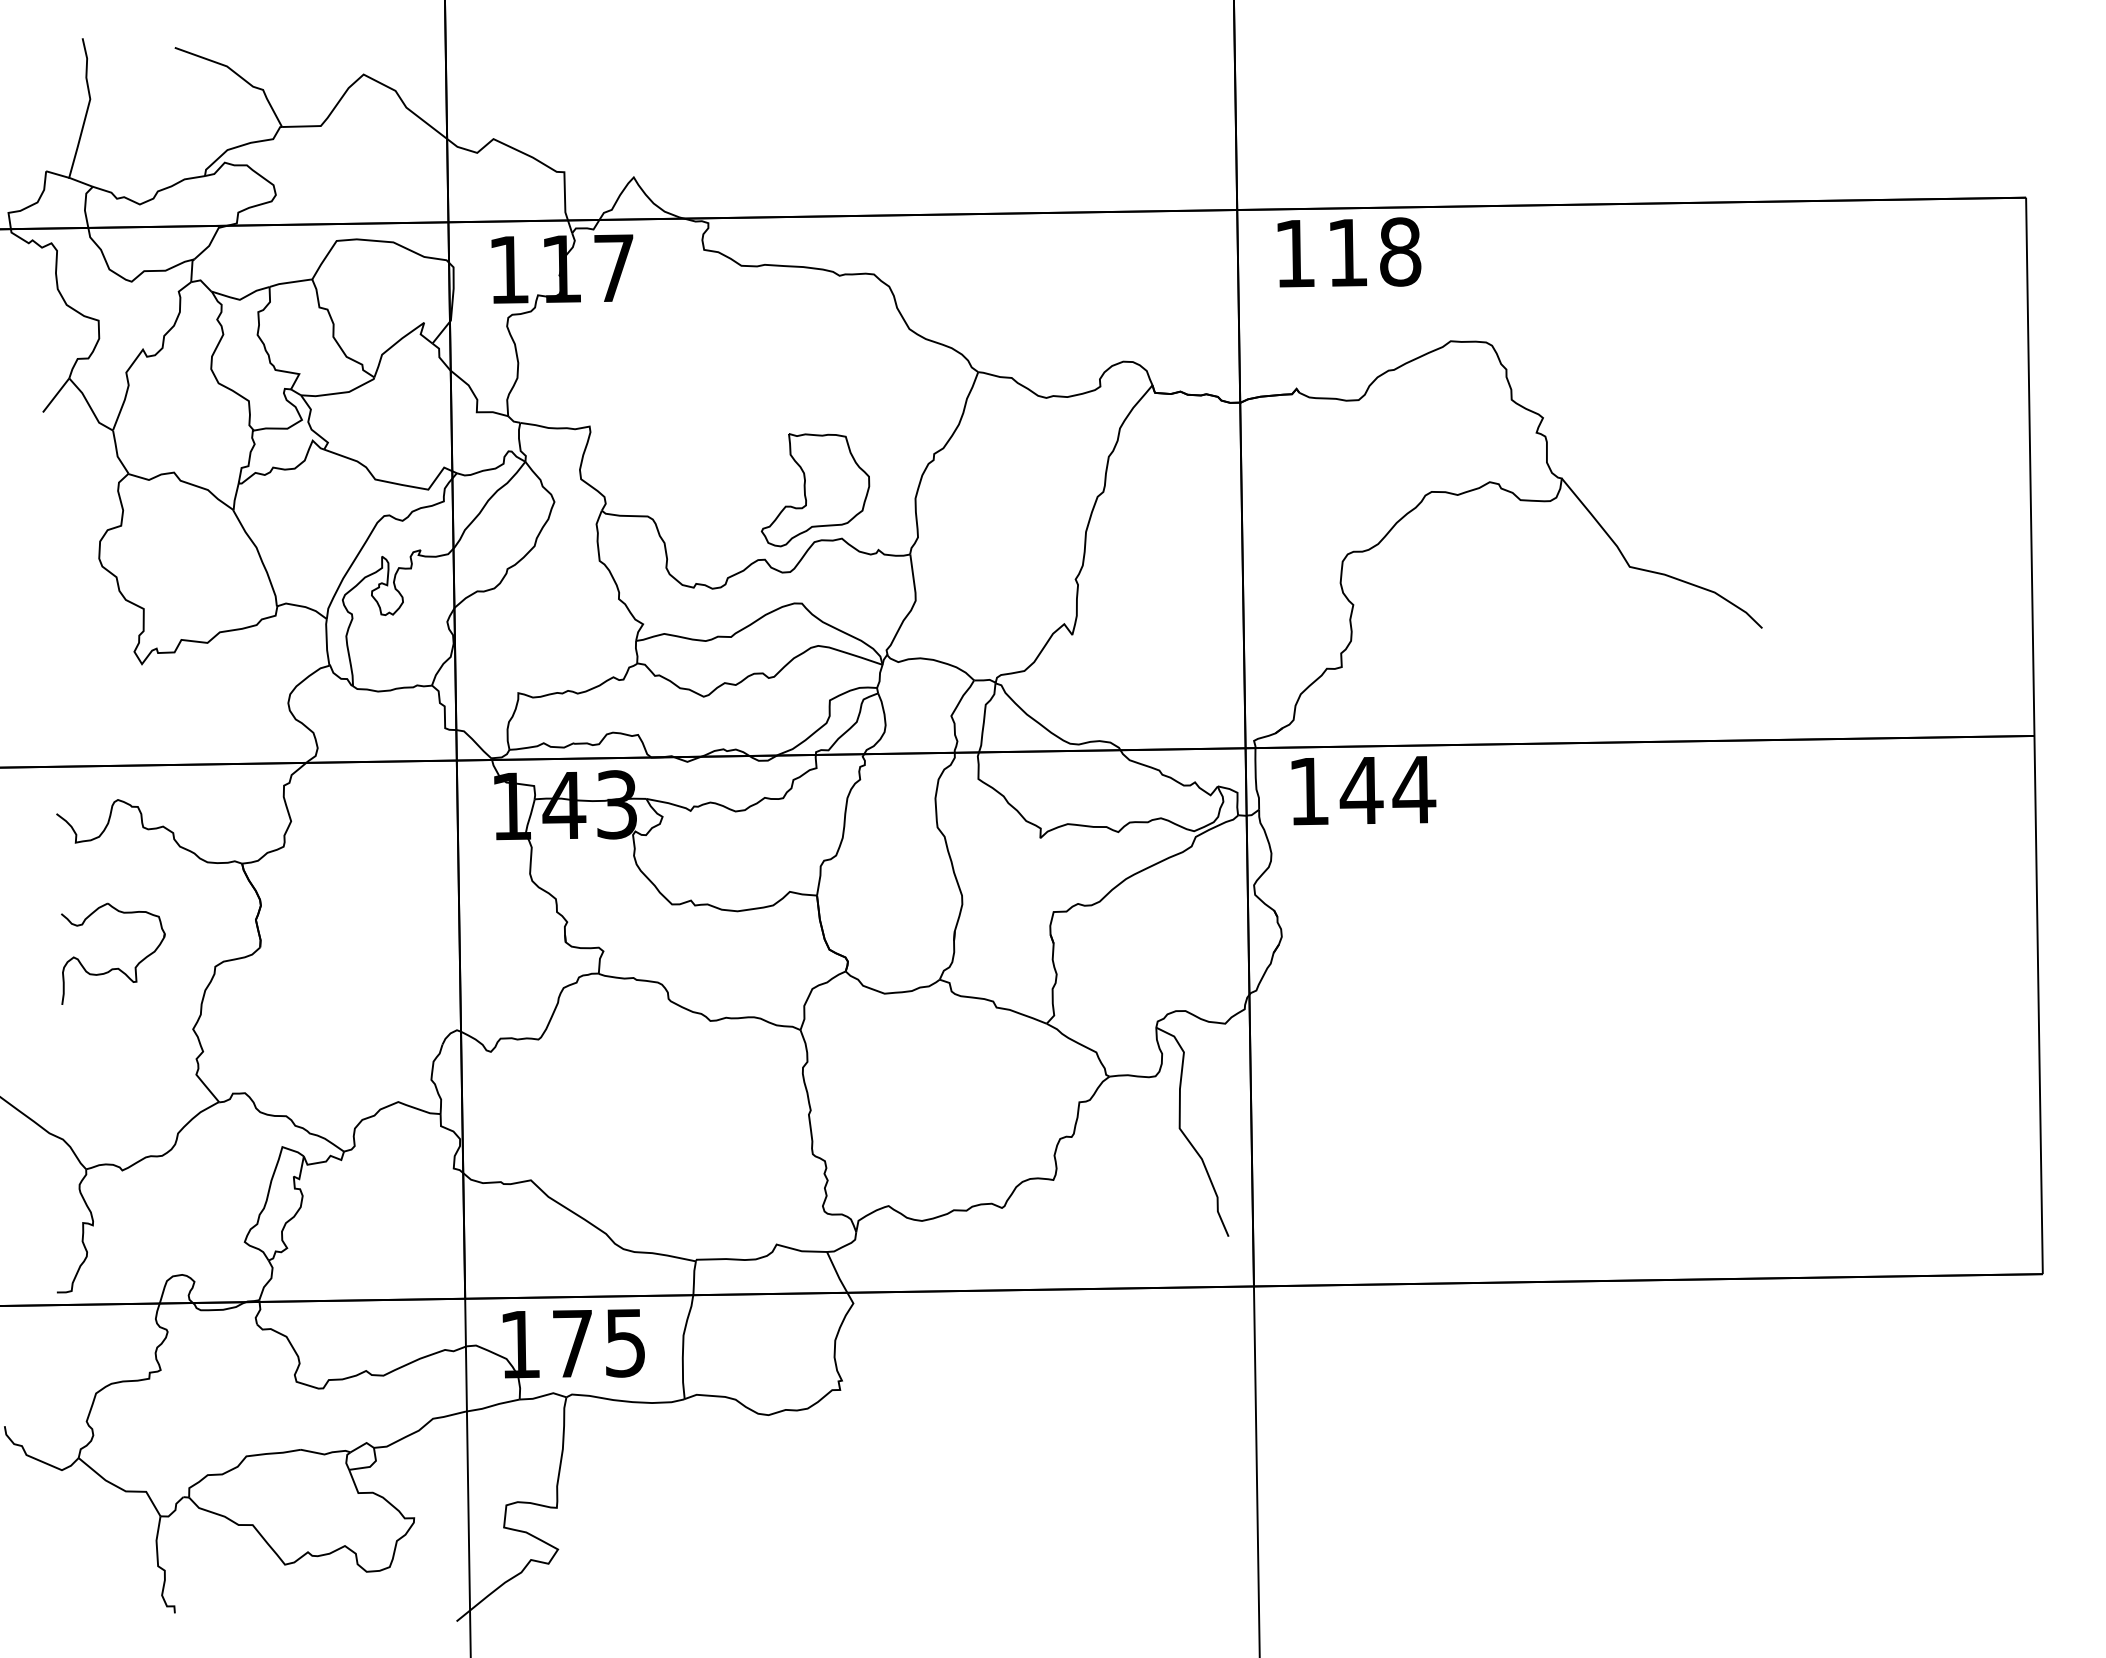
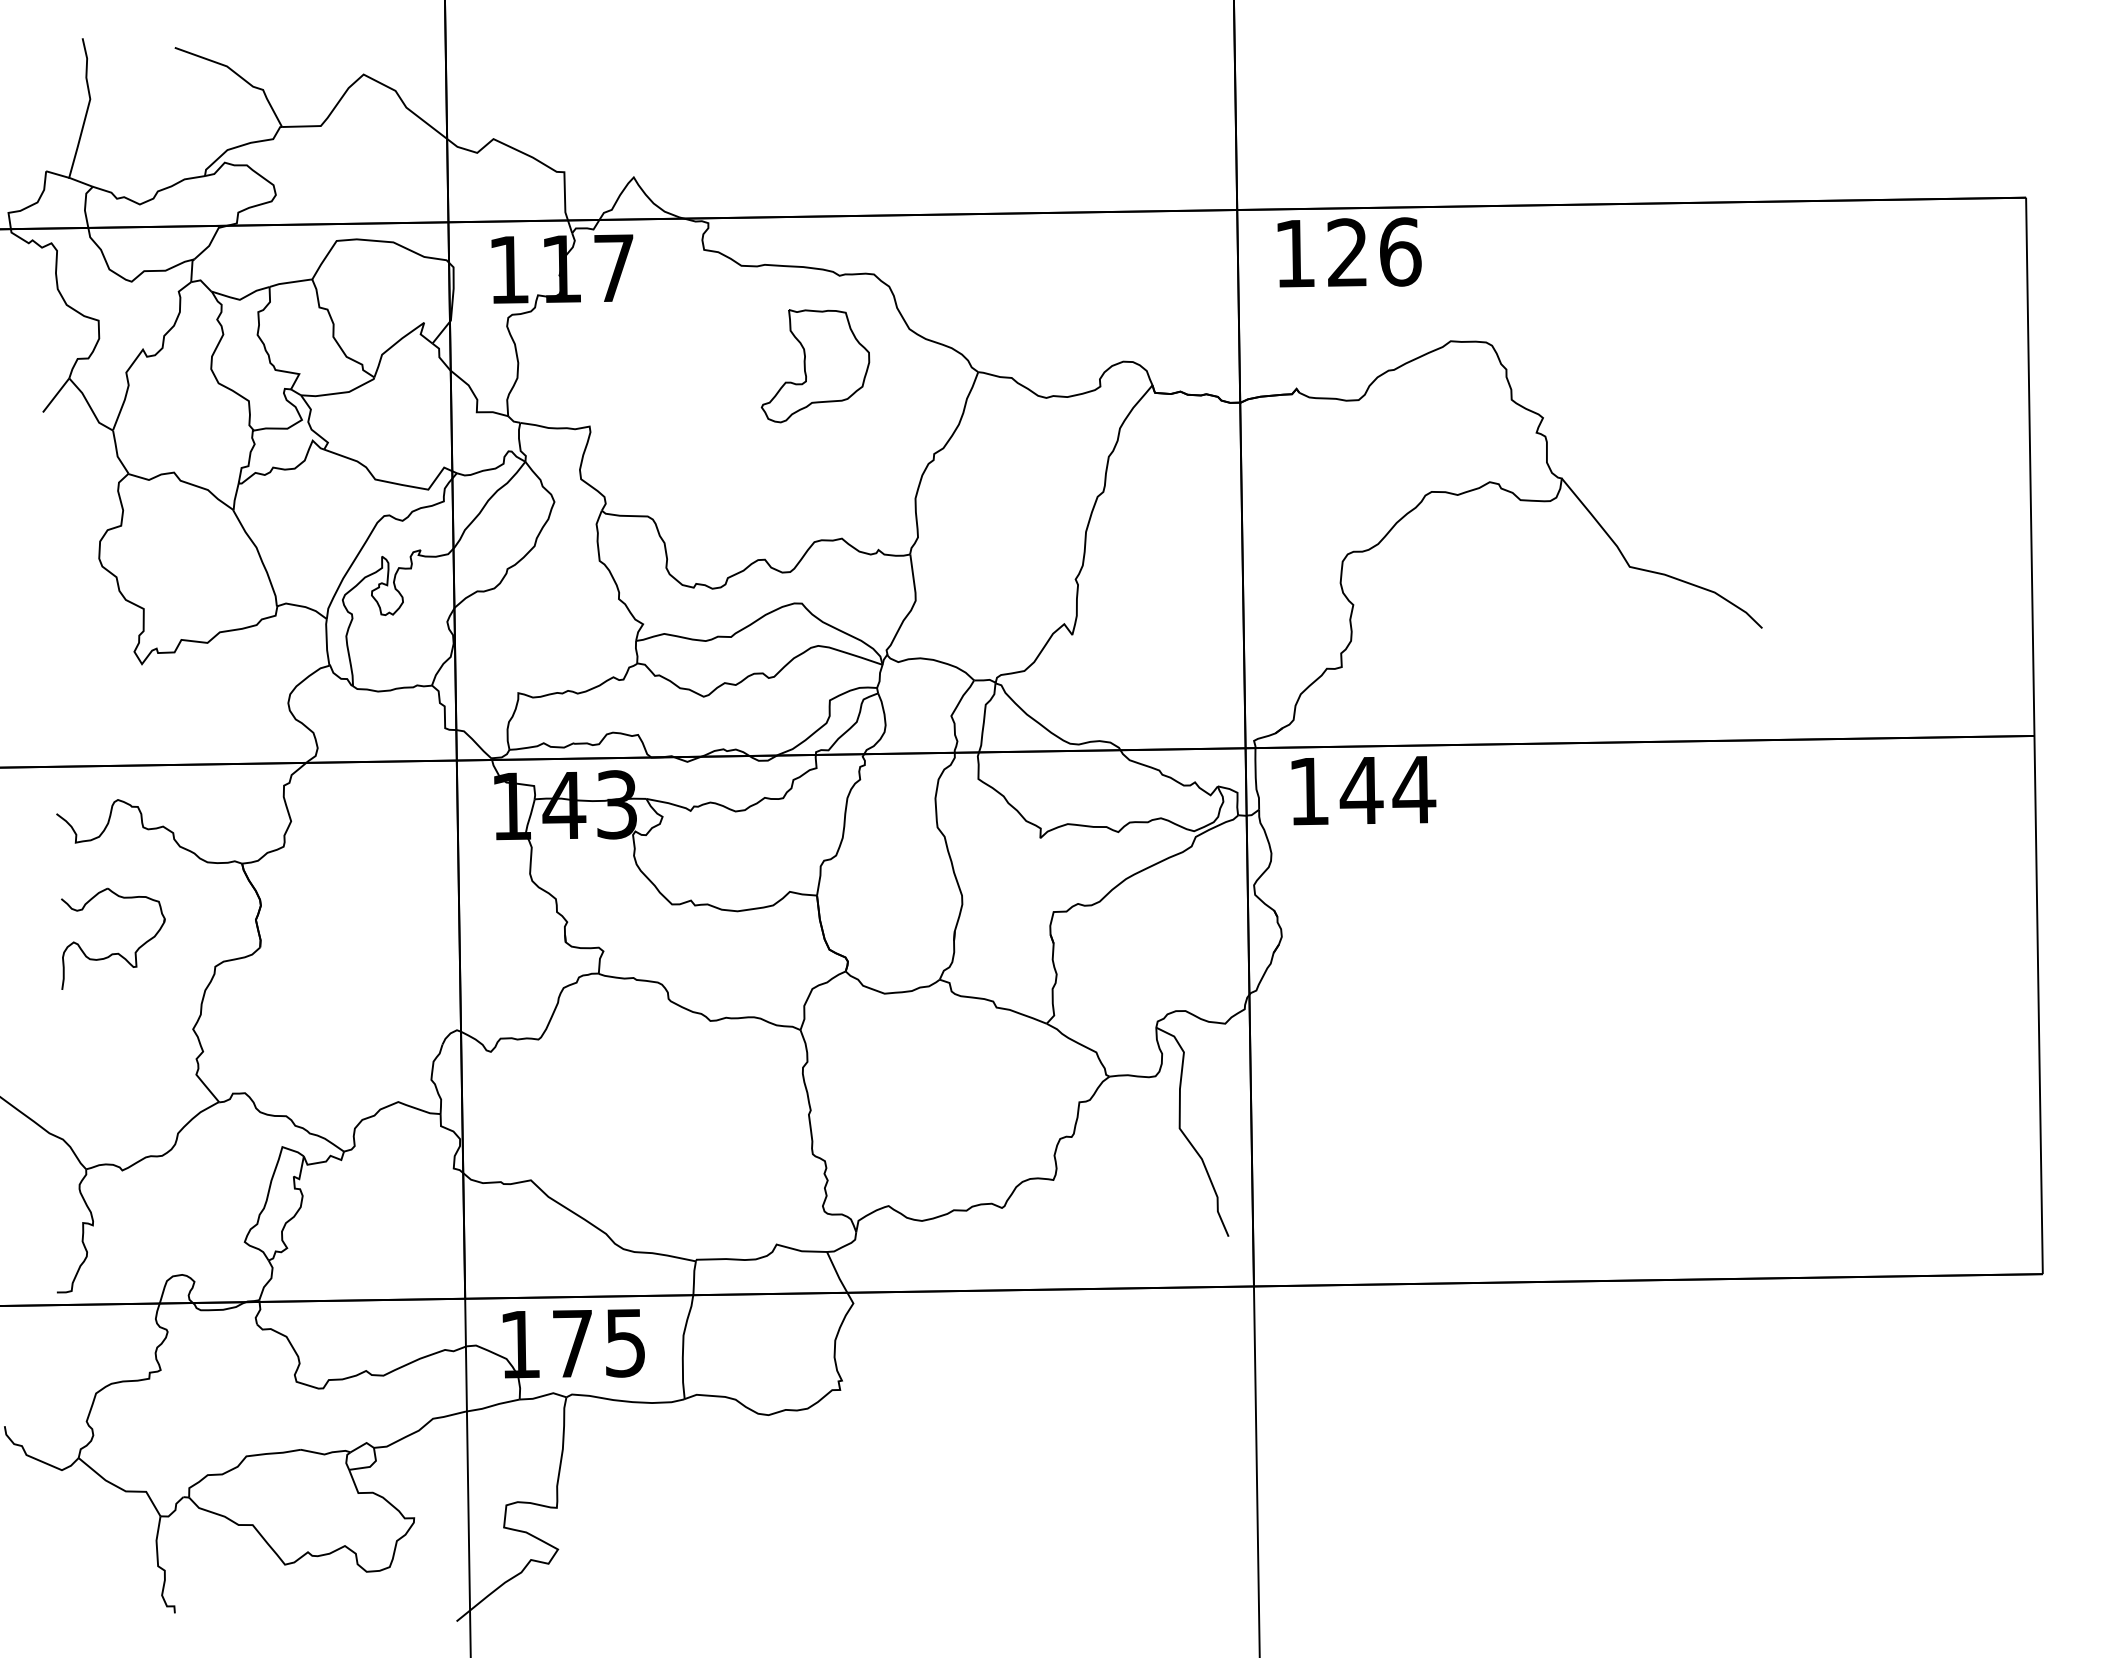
text at (1374, 251): 118 -> 126
part at (815, 490) position: (815, 490) -> (815, 366)
part at (118, 967) position: (118, 967) -> (118, 952)
